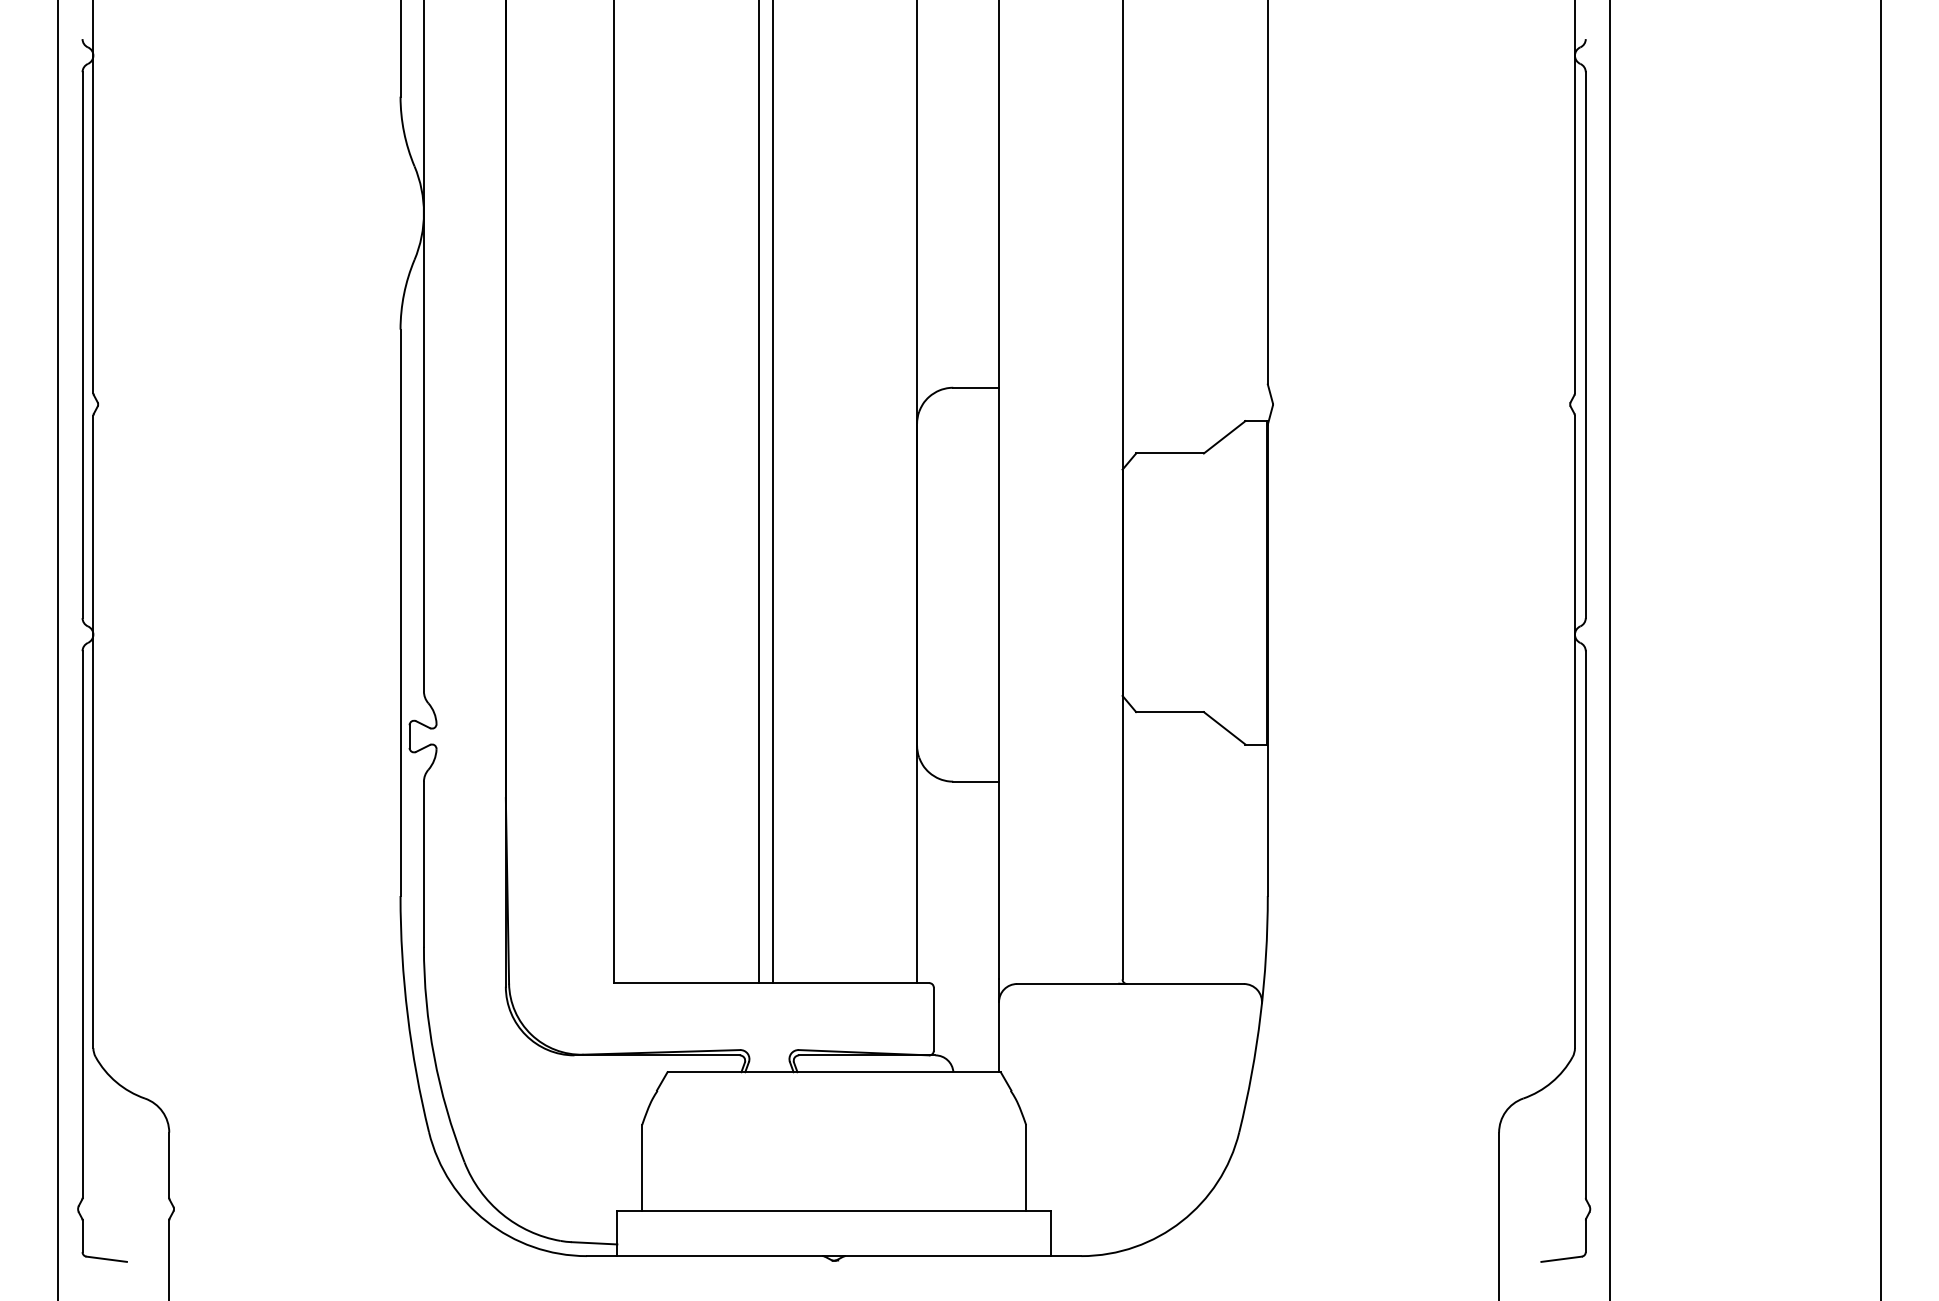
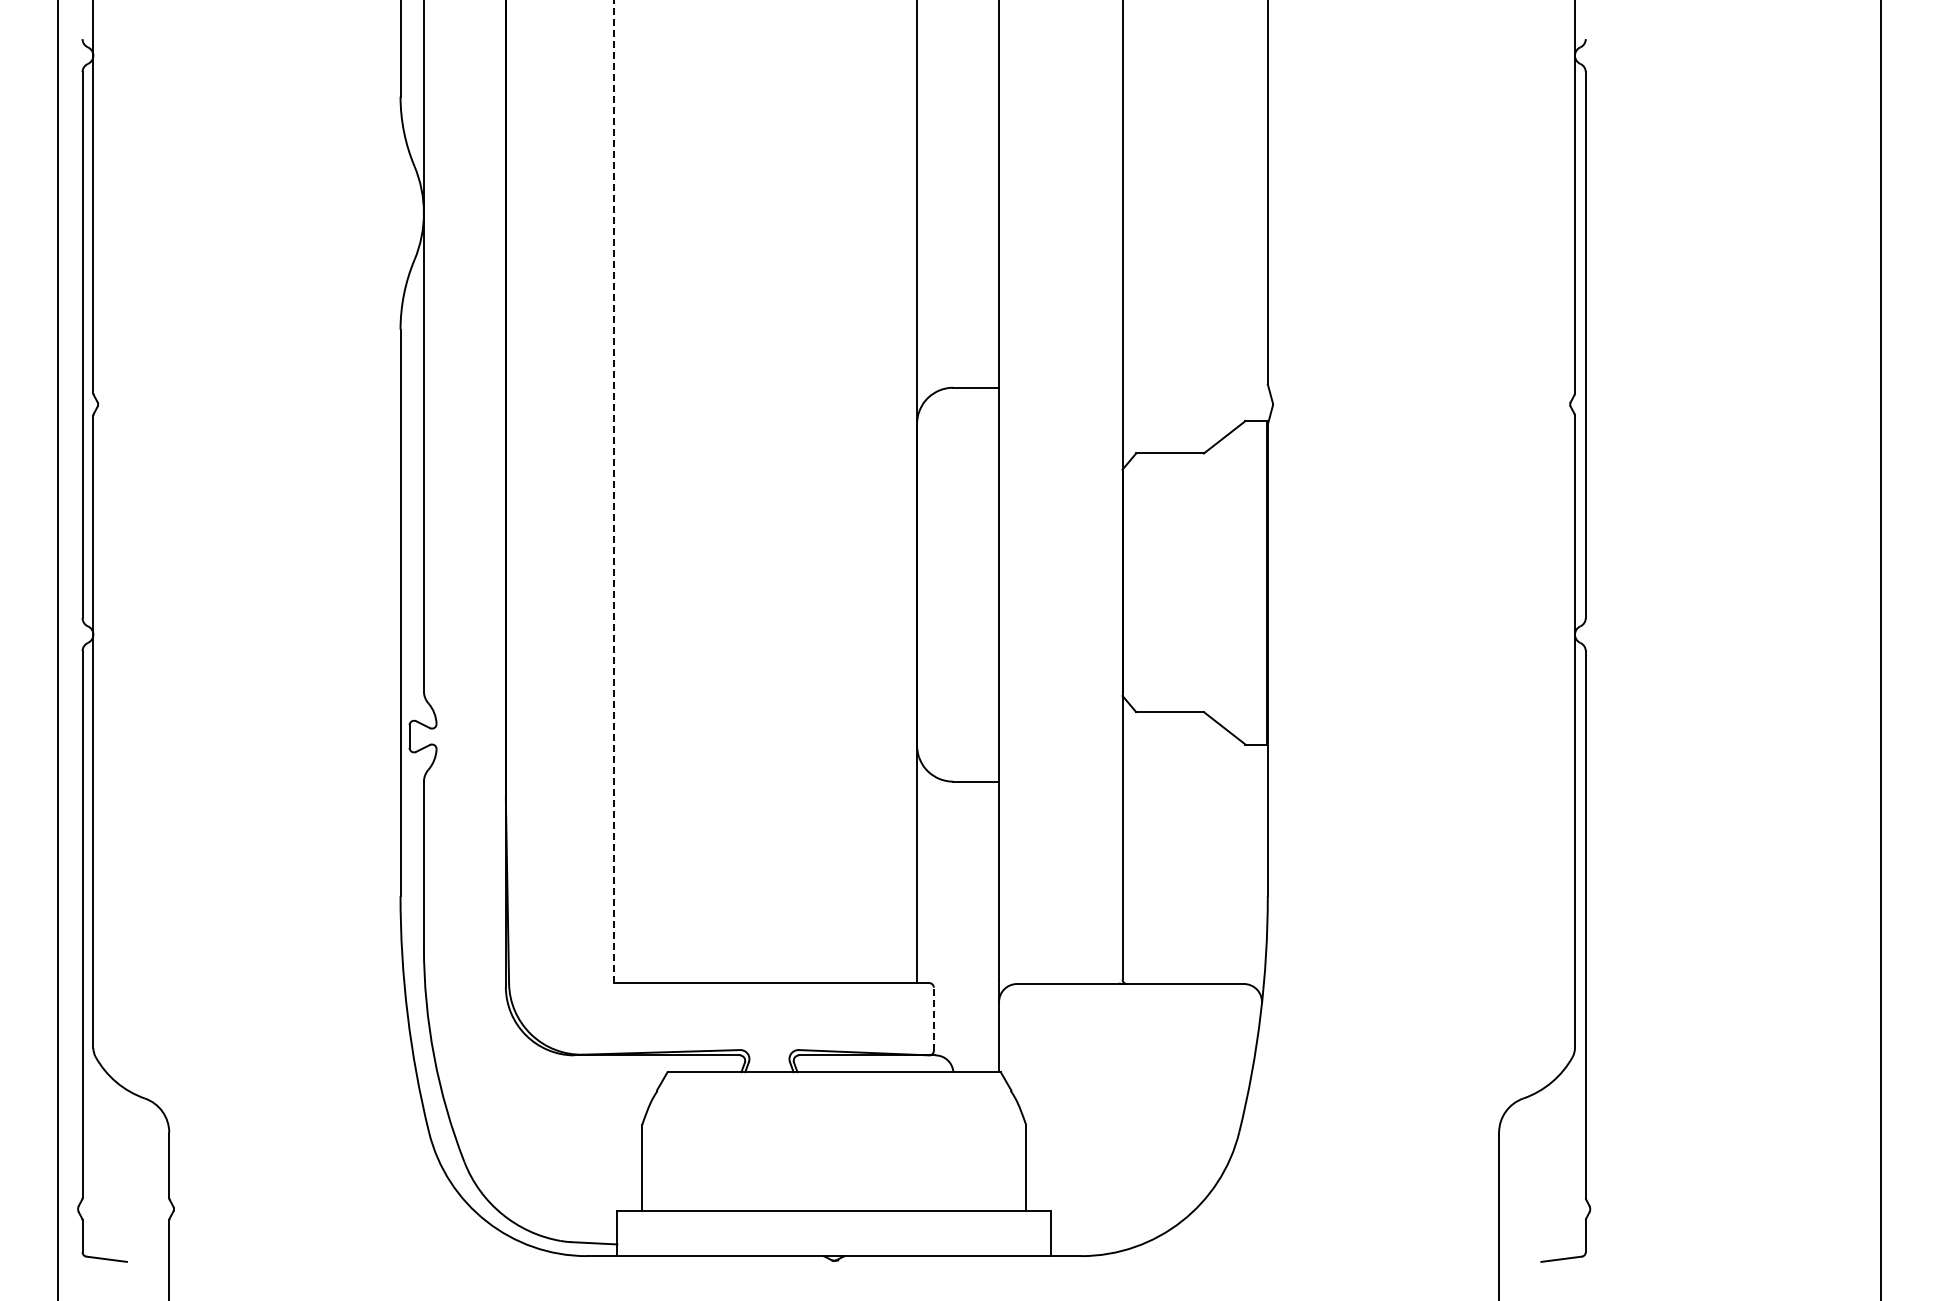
line at (614, 491): solid -> dashed
line at (758, 492): present -> none
line at (772, 492): present -> none
line at (1610, 649): present -> none
line at (933, 1019): solid -> dashed
